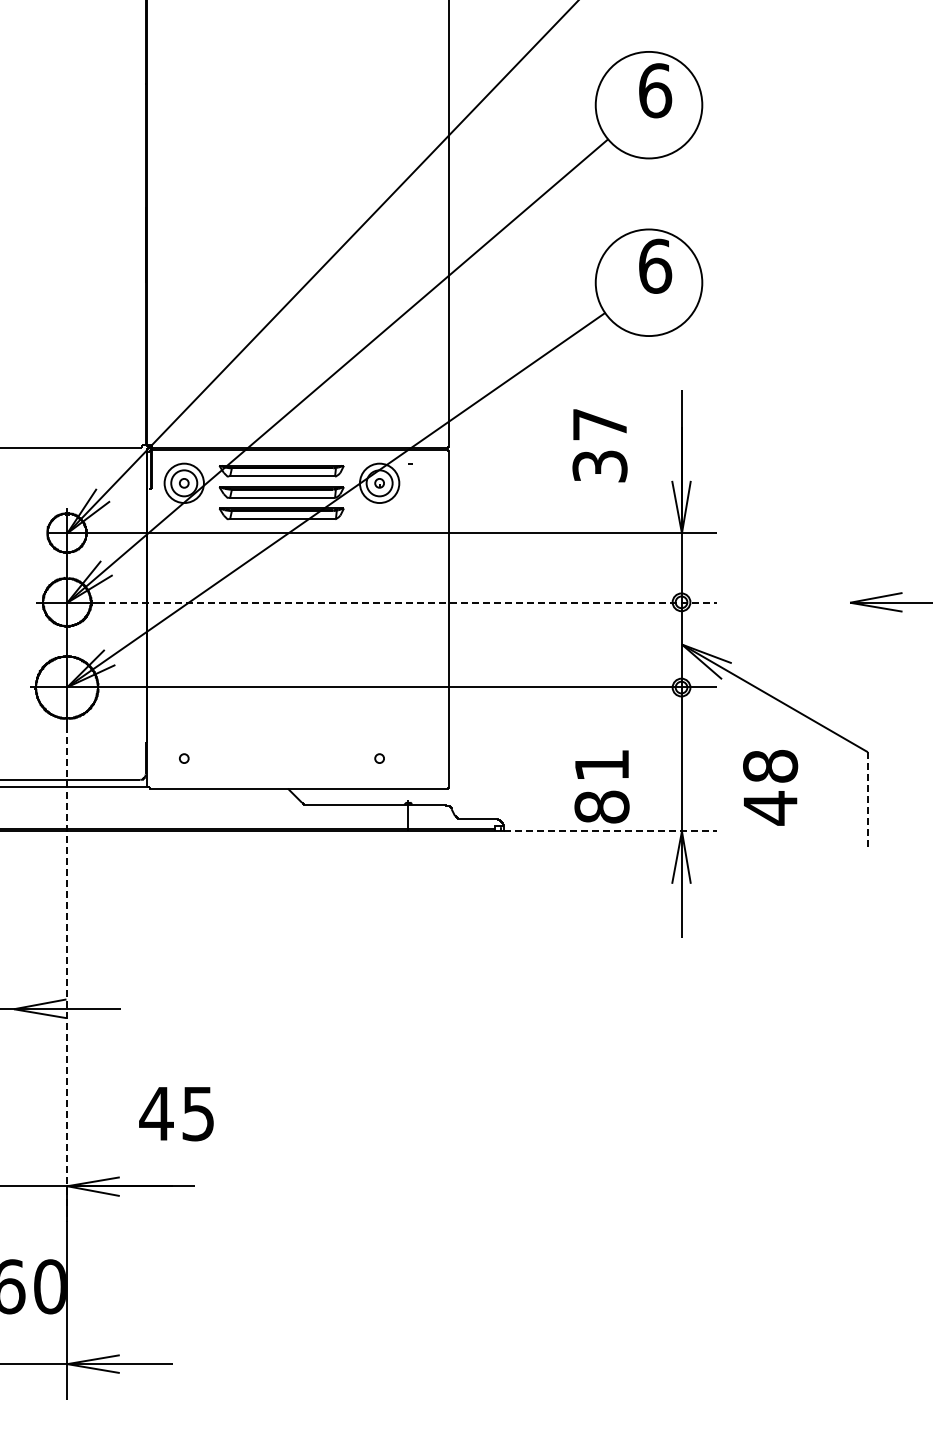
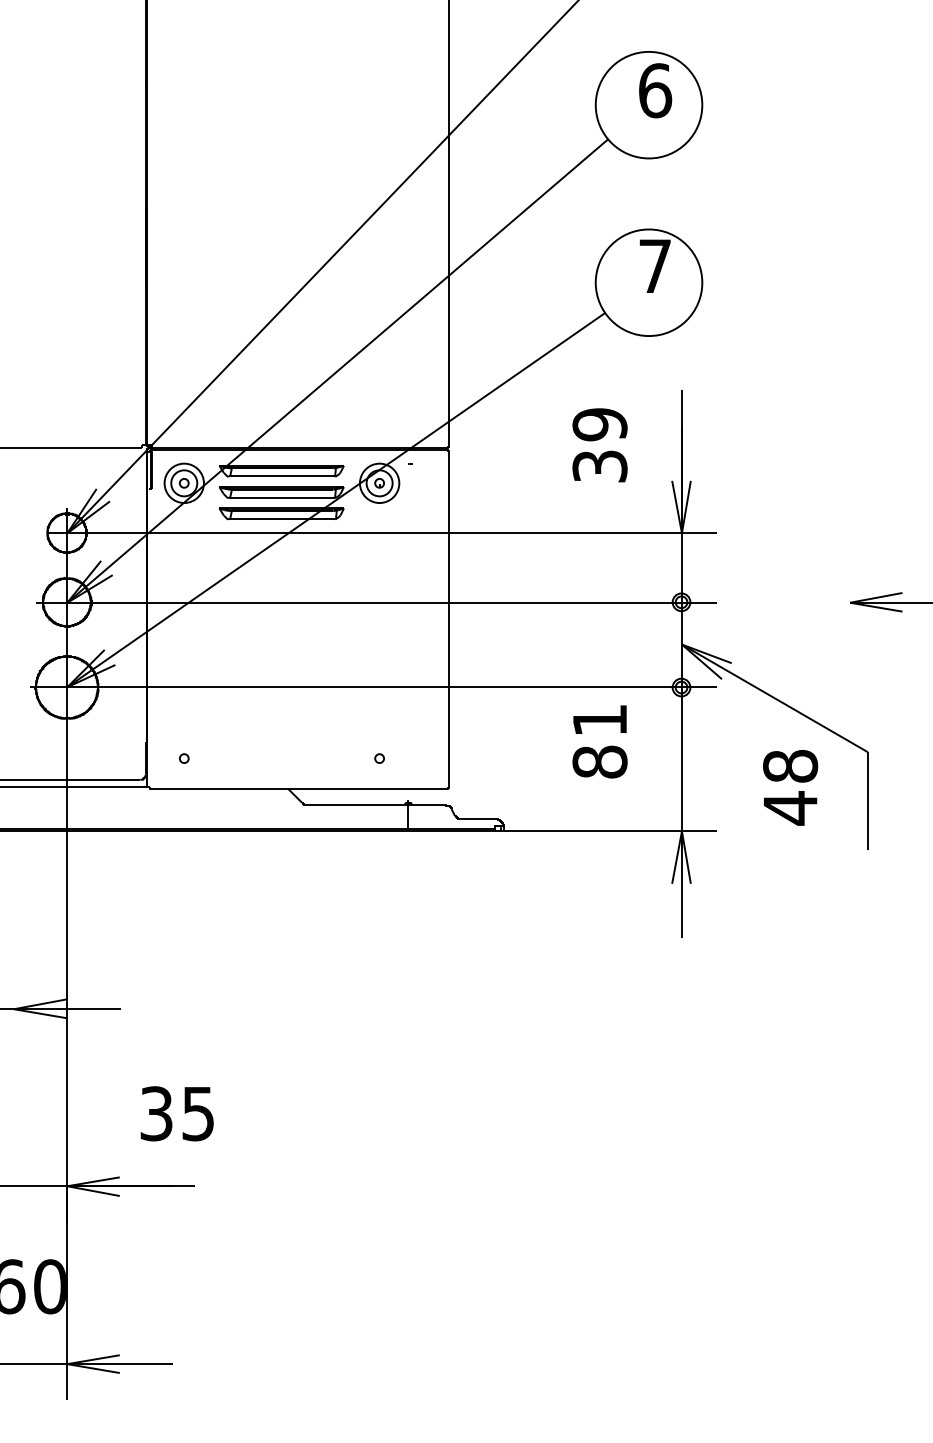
text at (655, 265): 6 -> 7
text at (599, 424): 37 -> 39
line at (407, 602): dashed -> solid
text at (601, 786) position: (601, 786) -> (599, 741)
text at (770, 787) position: (770, 787) -> (790, 787)
line at (867, 801): dashed -> solid
line at (610, 831): dashed -> solid
line at (67, 974): dashed -> solid
text at (156, 1113): 45 -> 35
